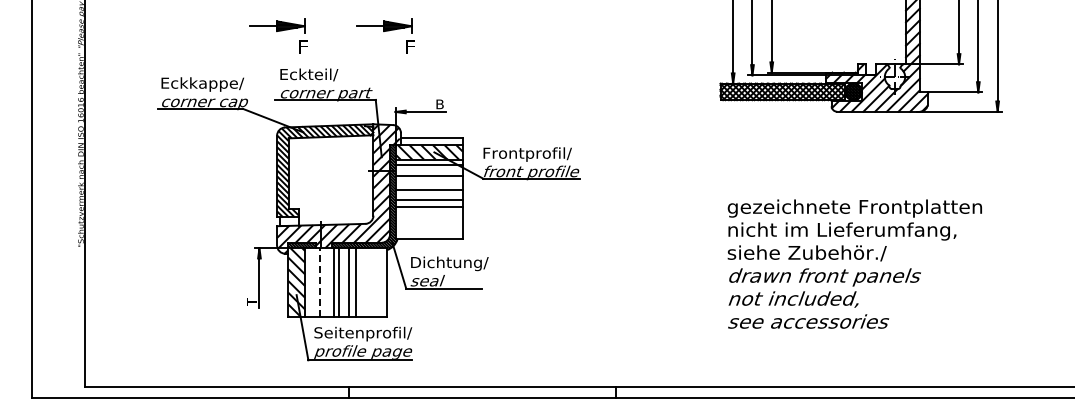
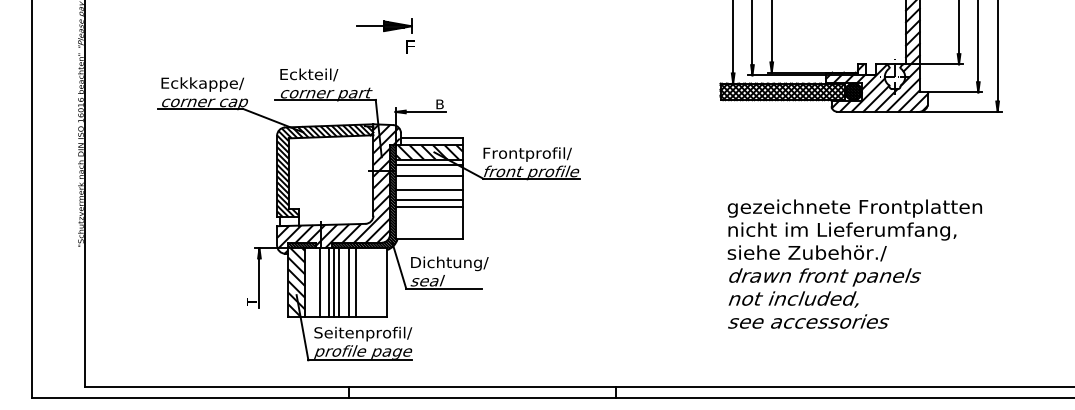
part at (278, 35): present -> none
line at (319, 282): dashed -> solid
line at (328, 282): none -> present
